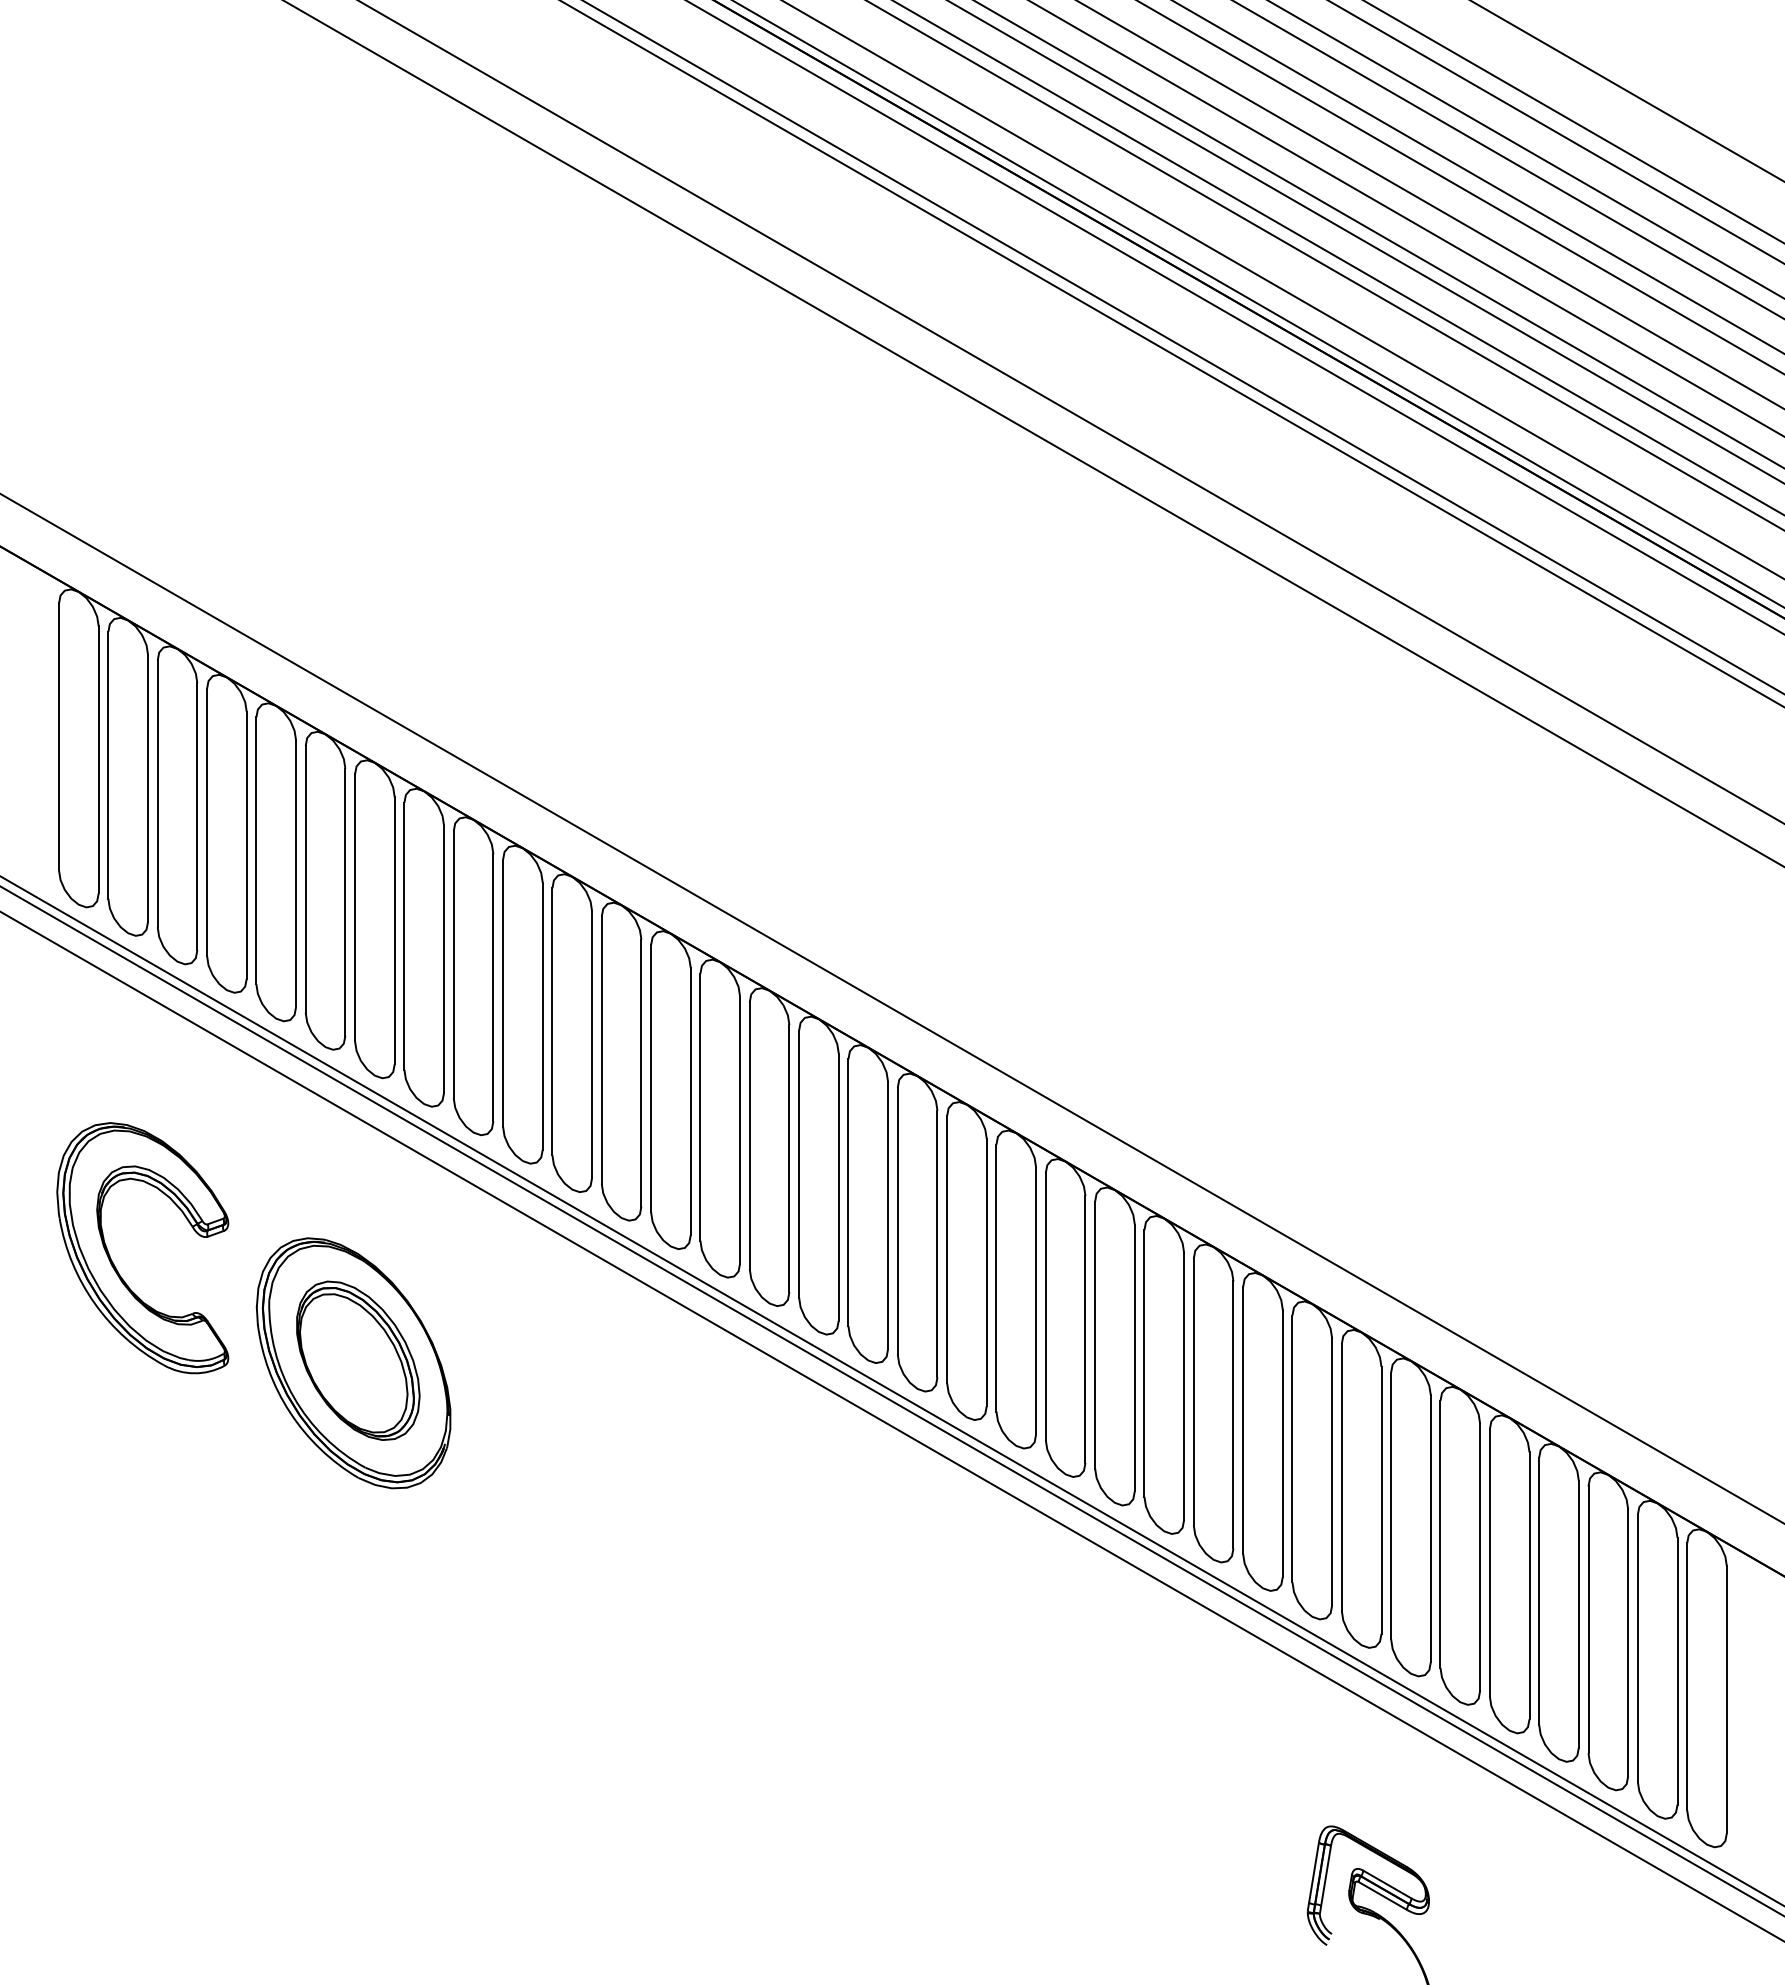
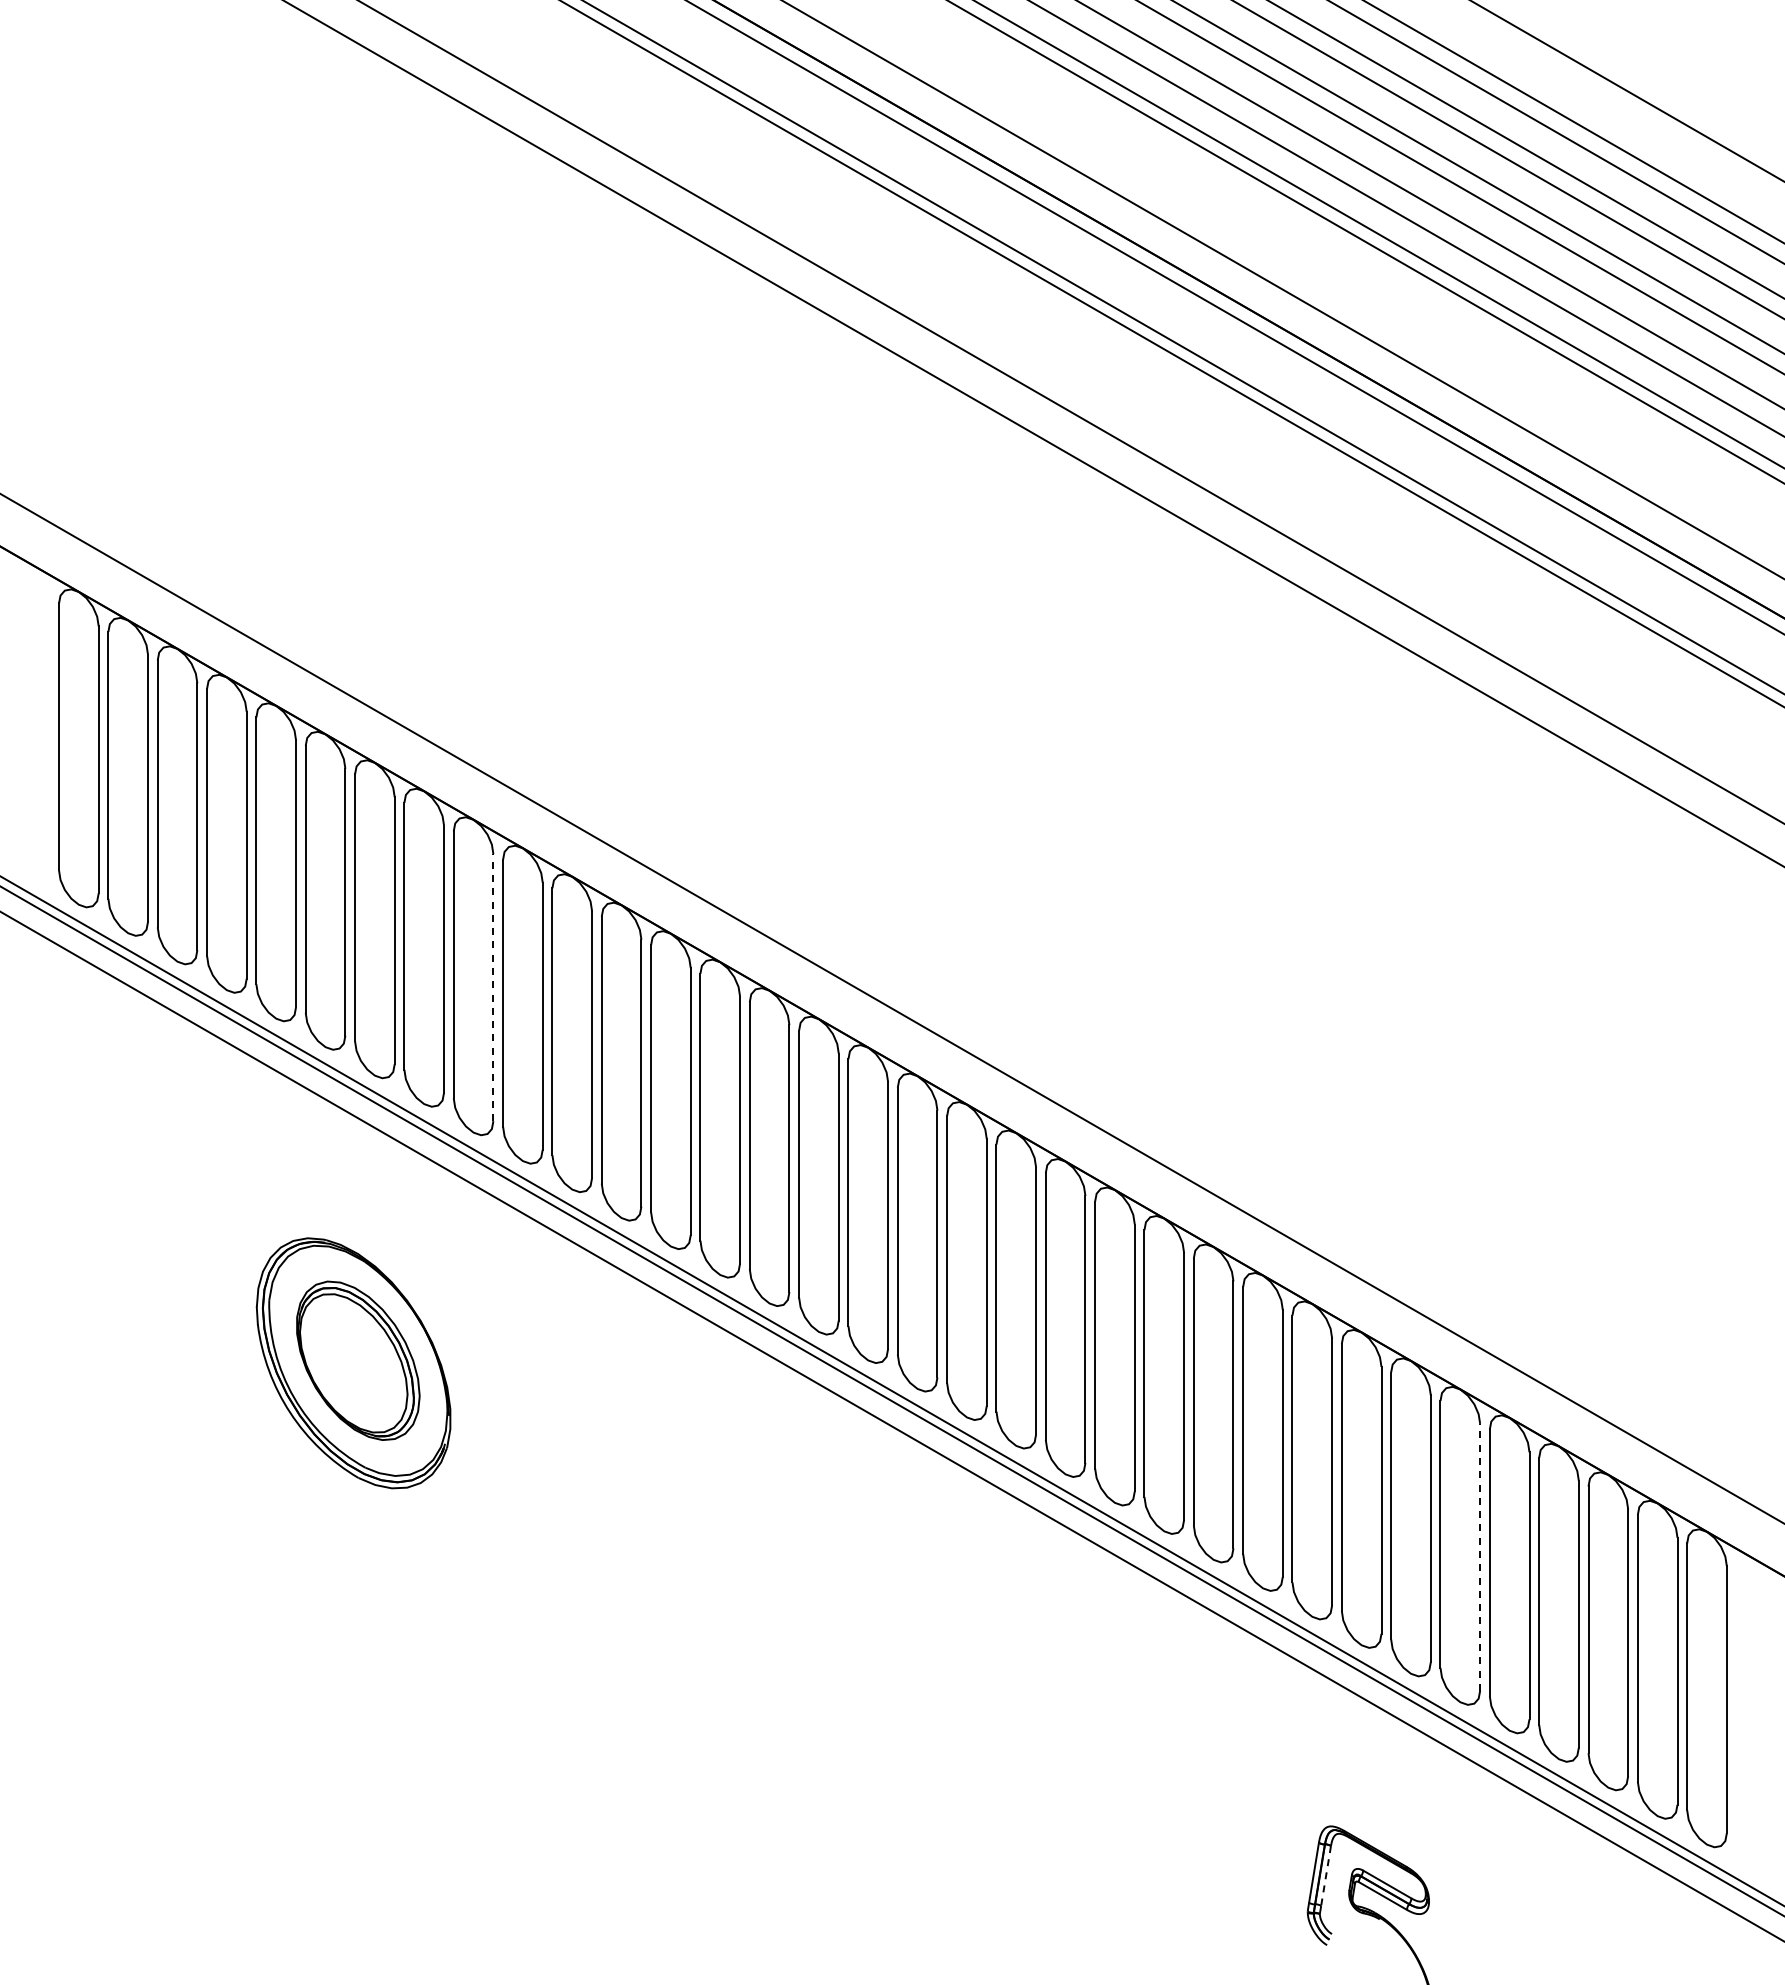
line at (1338, 257): present -> none
line at (1325, 265): present -> none
line at (1258, 304): present -> none
line at (493, 987): solid -> dashed
part at (113, 1262): present -> none
line at (1480, 1556): solid -> dashed
line at (1325, 1876): solid -> dashed
